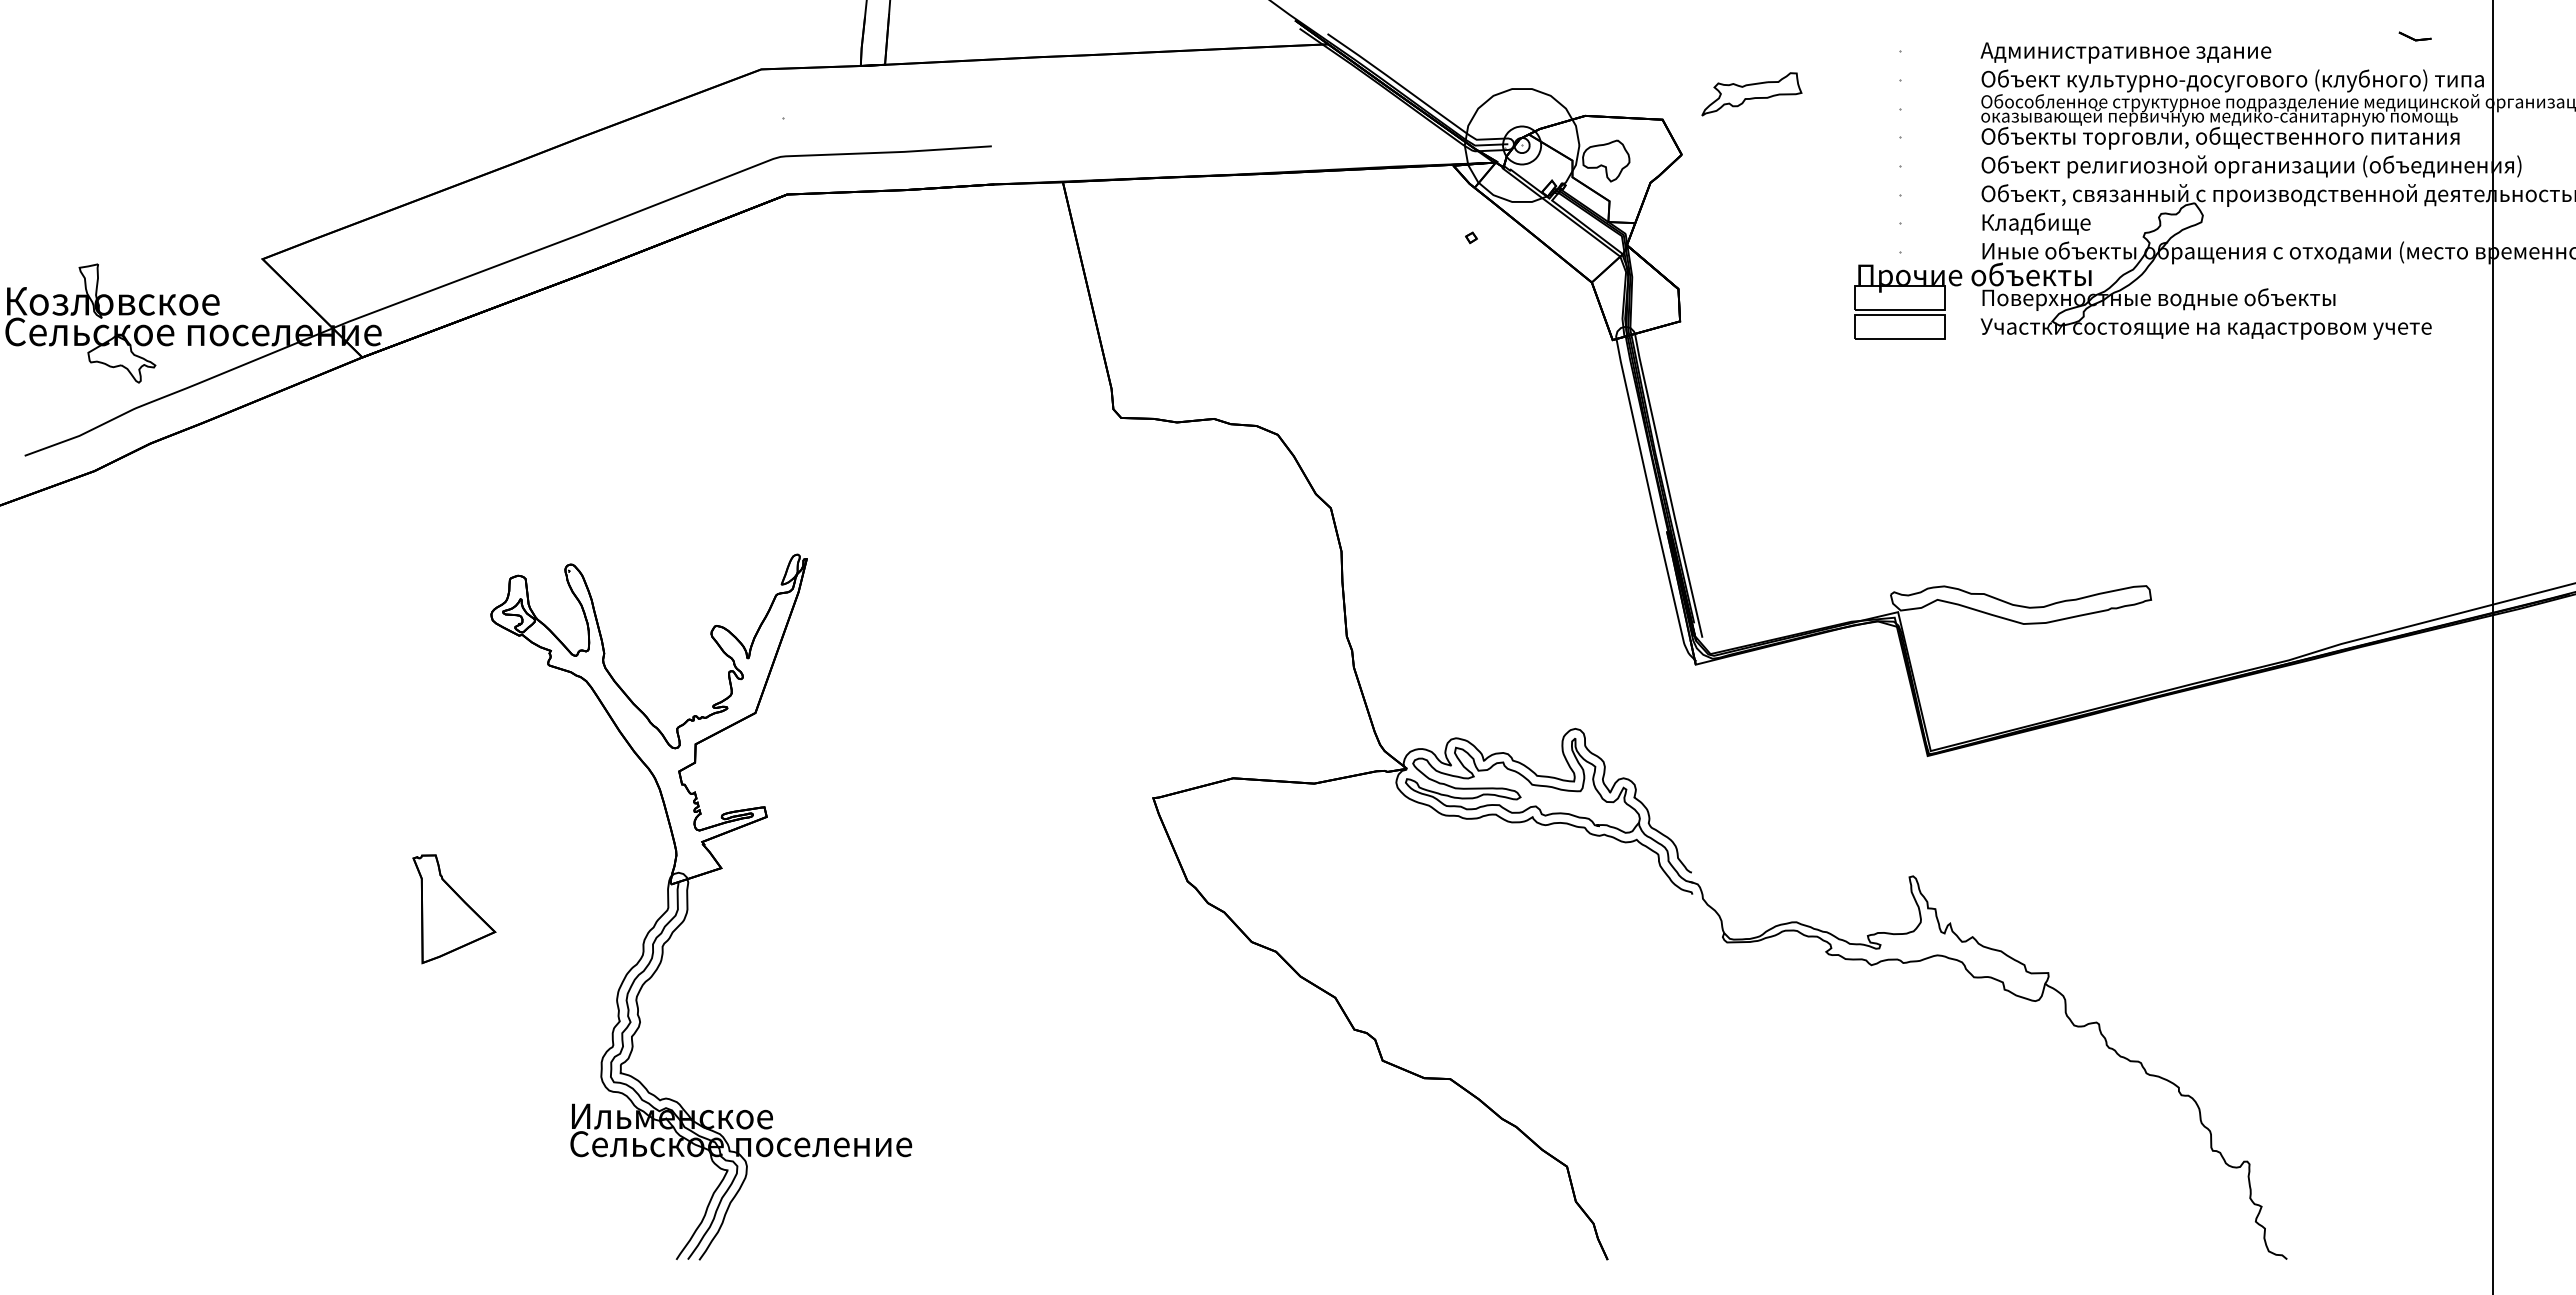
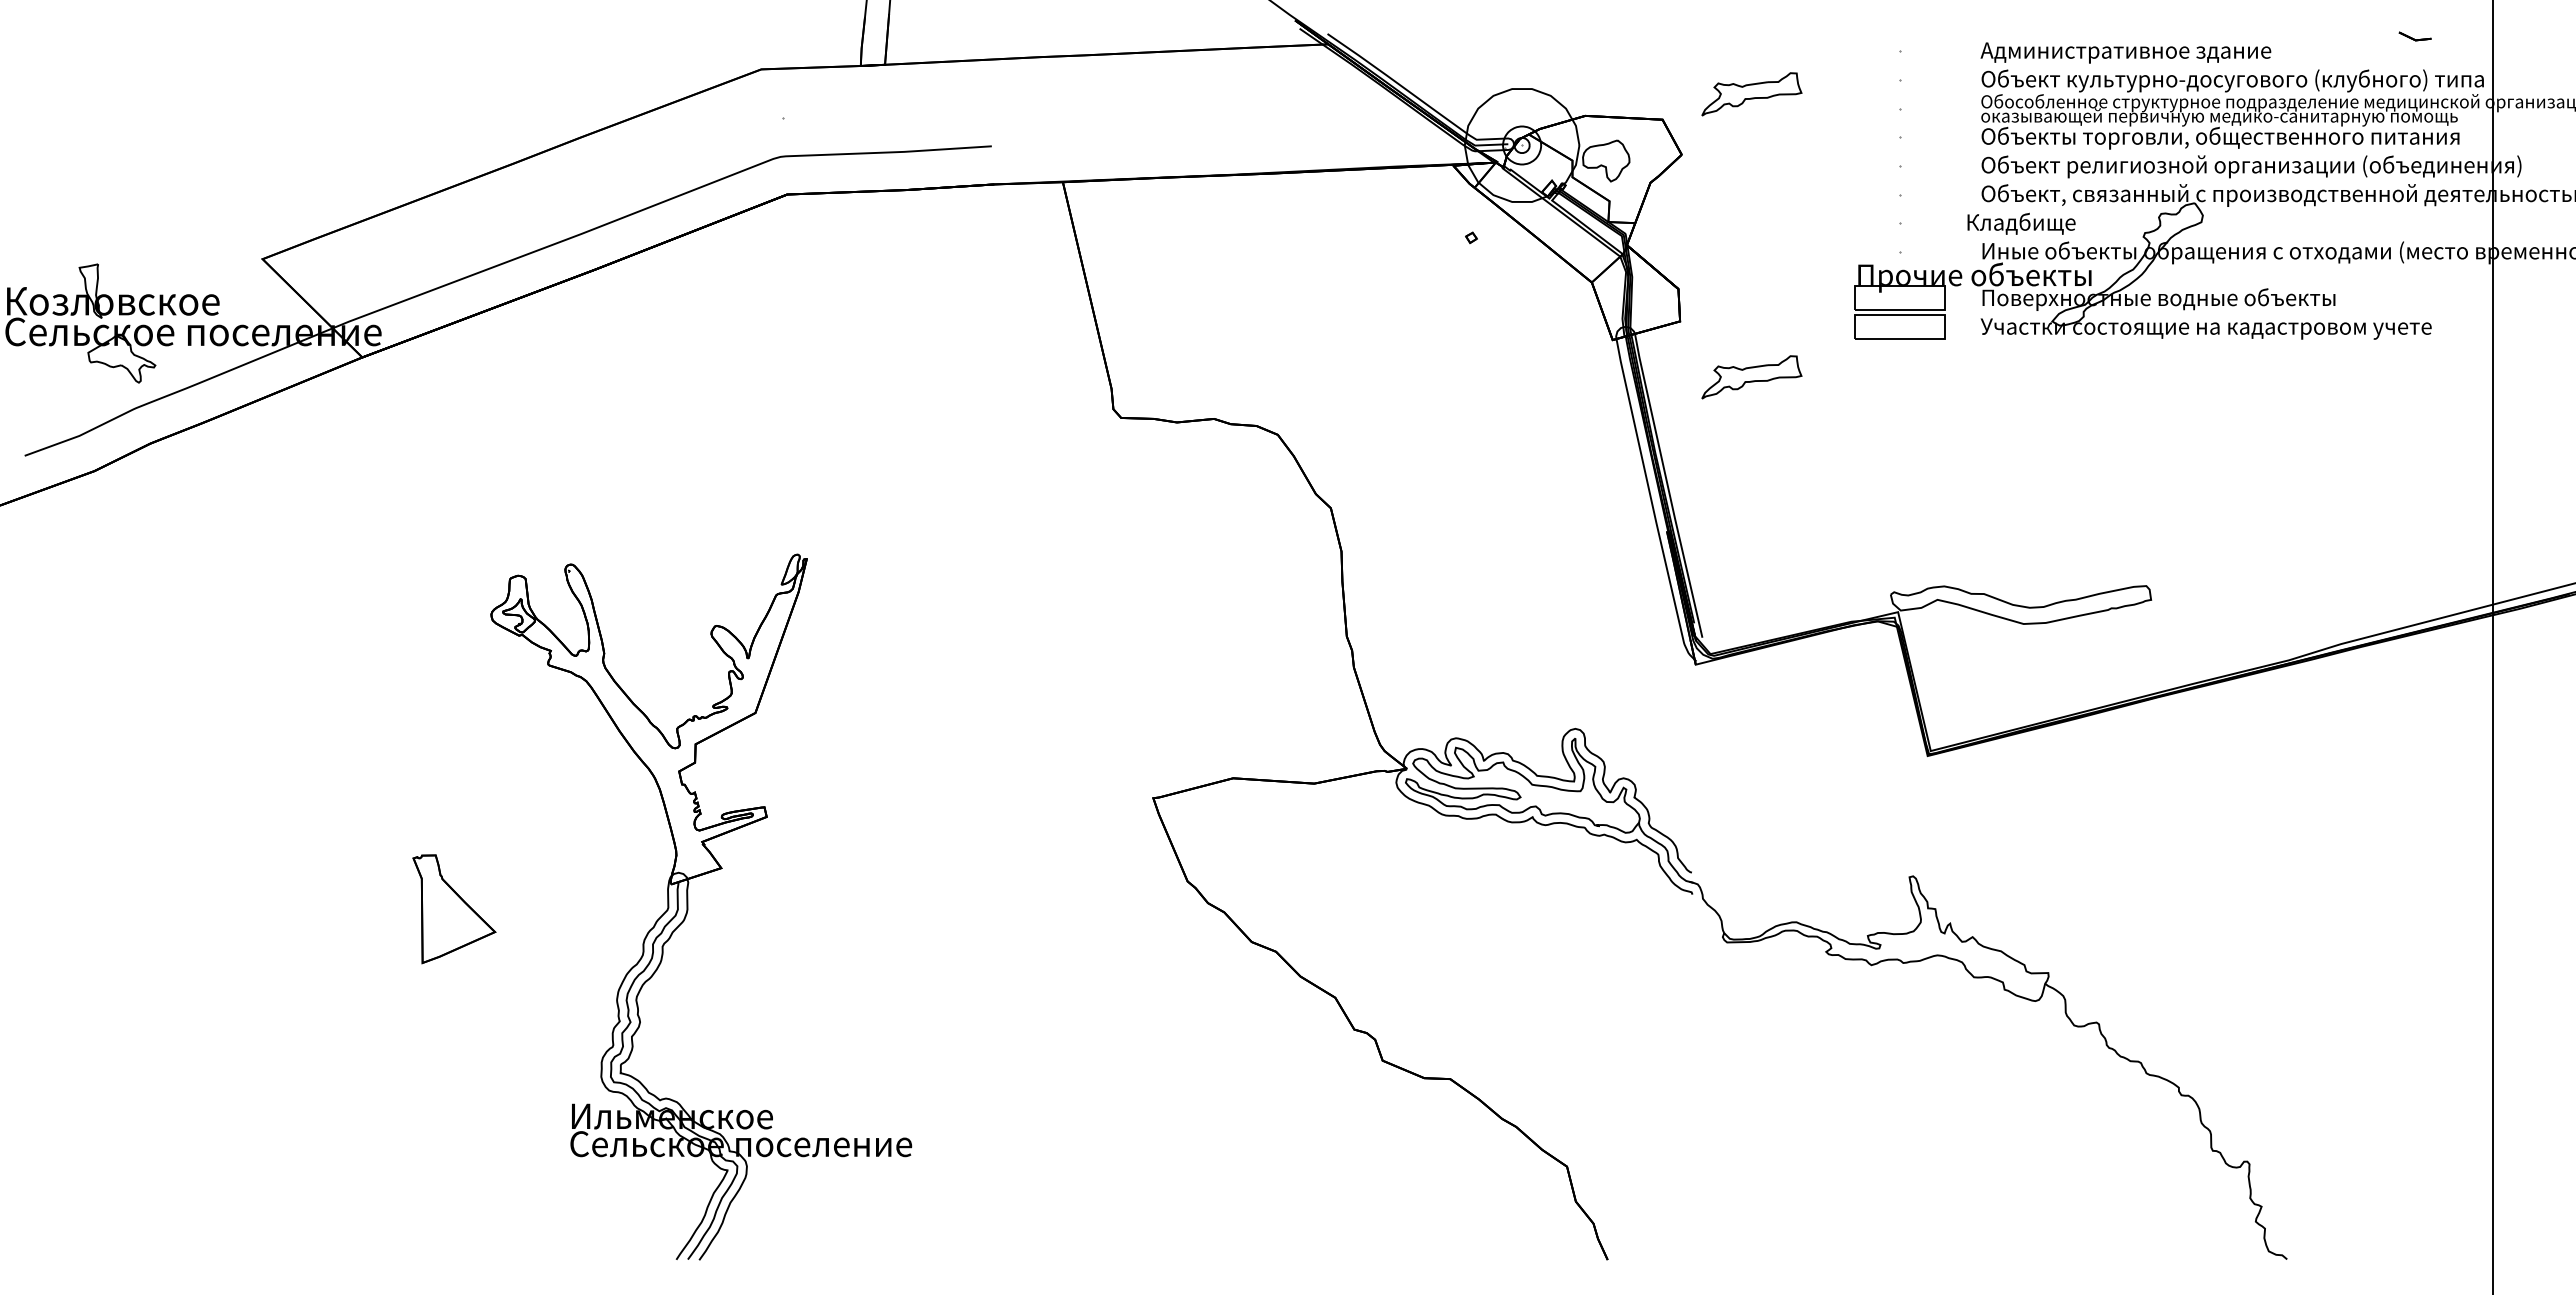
text at (2036, 223) position: (2036, 223) -> (2021, 223)
part at (1751, 377): none -> present
